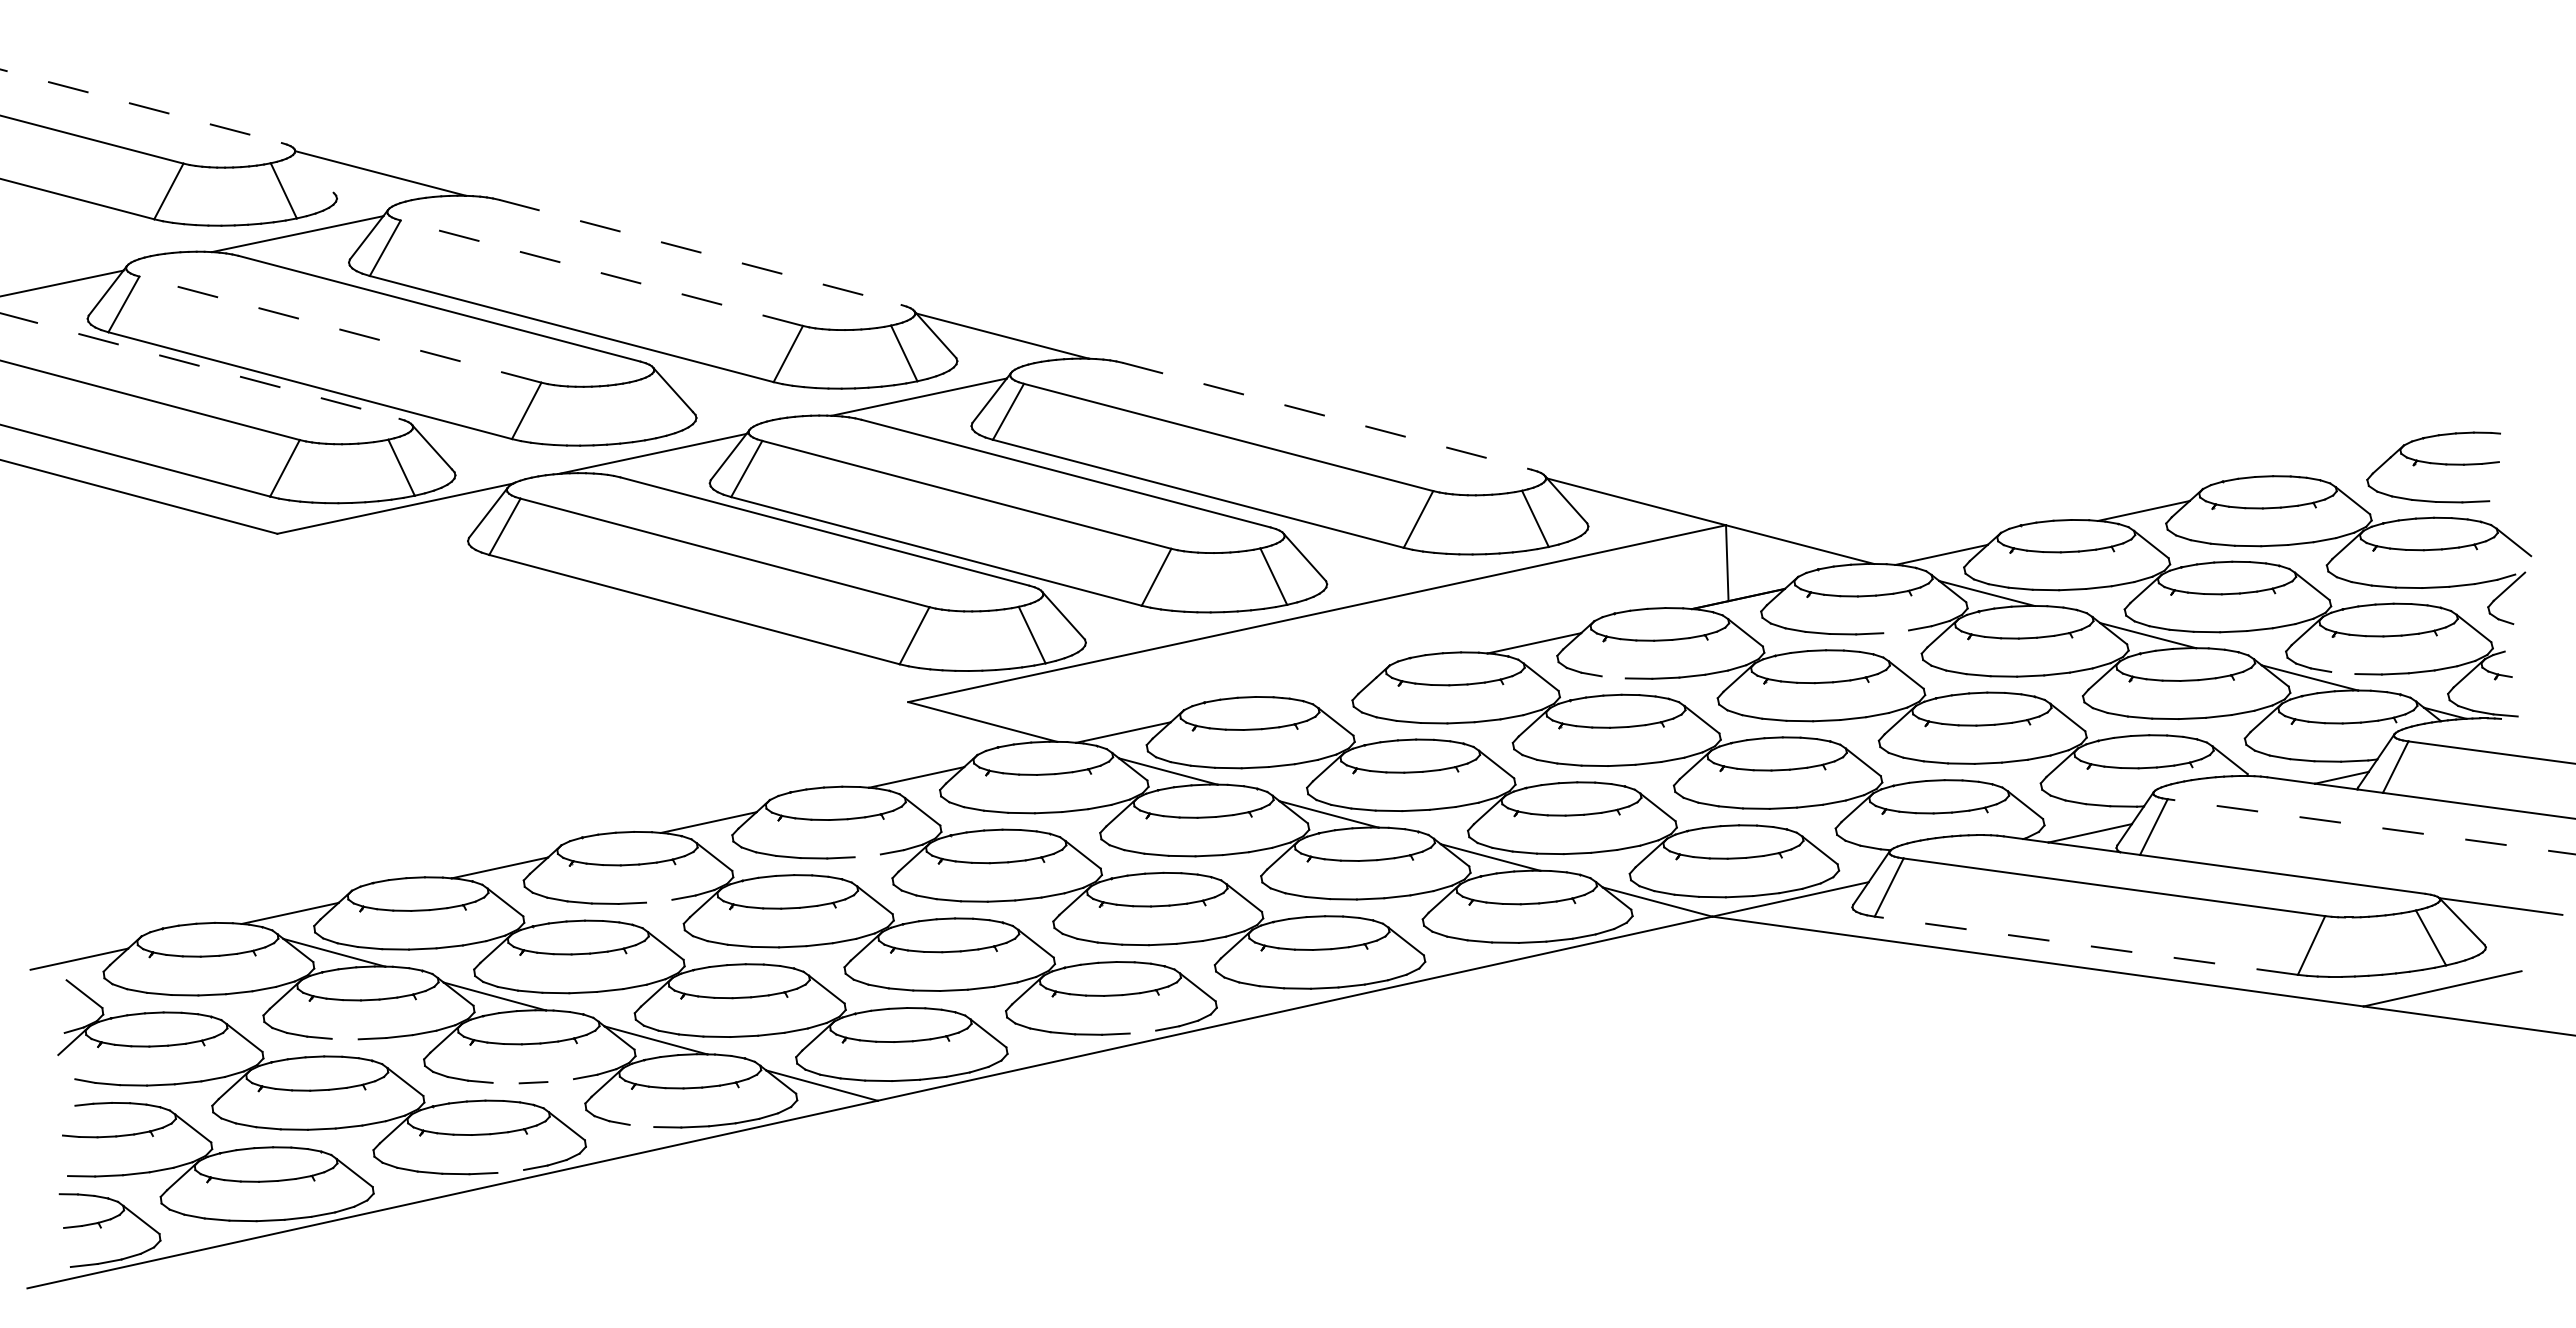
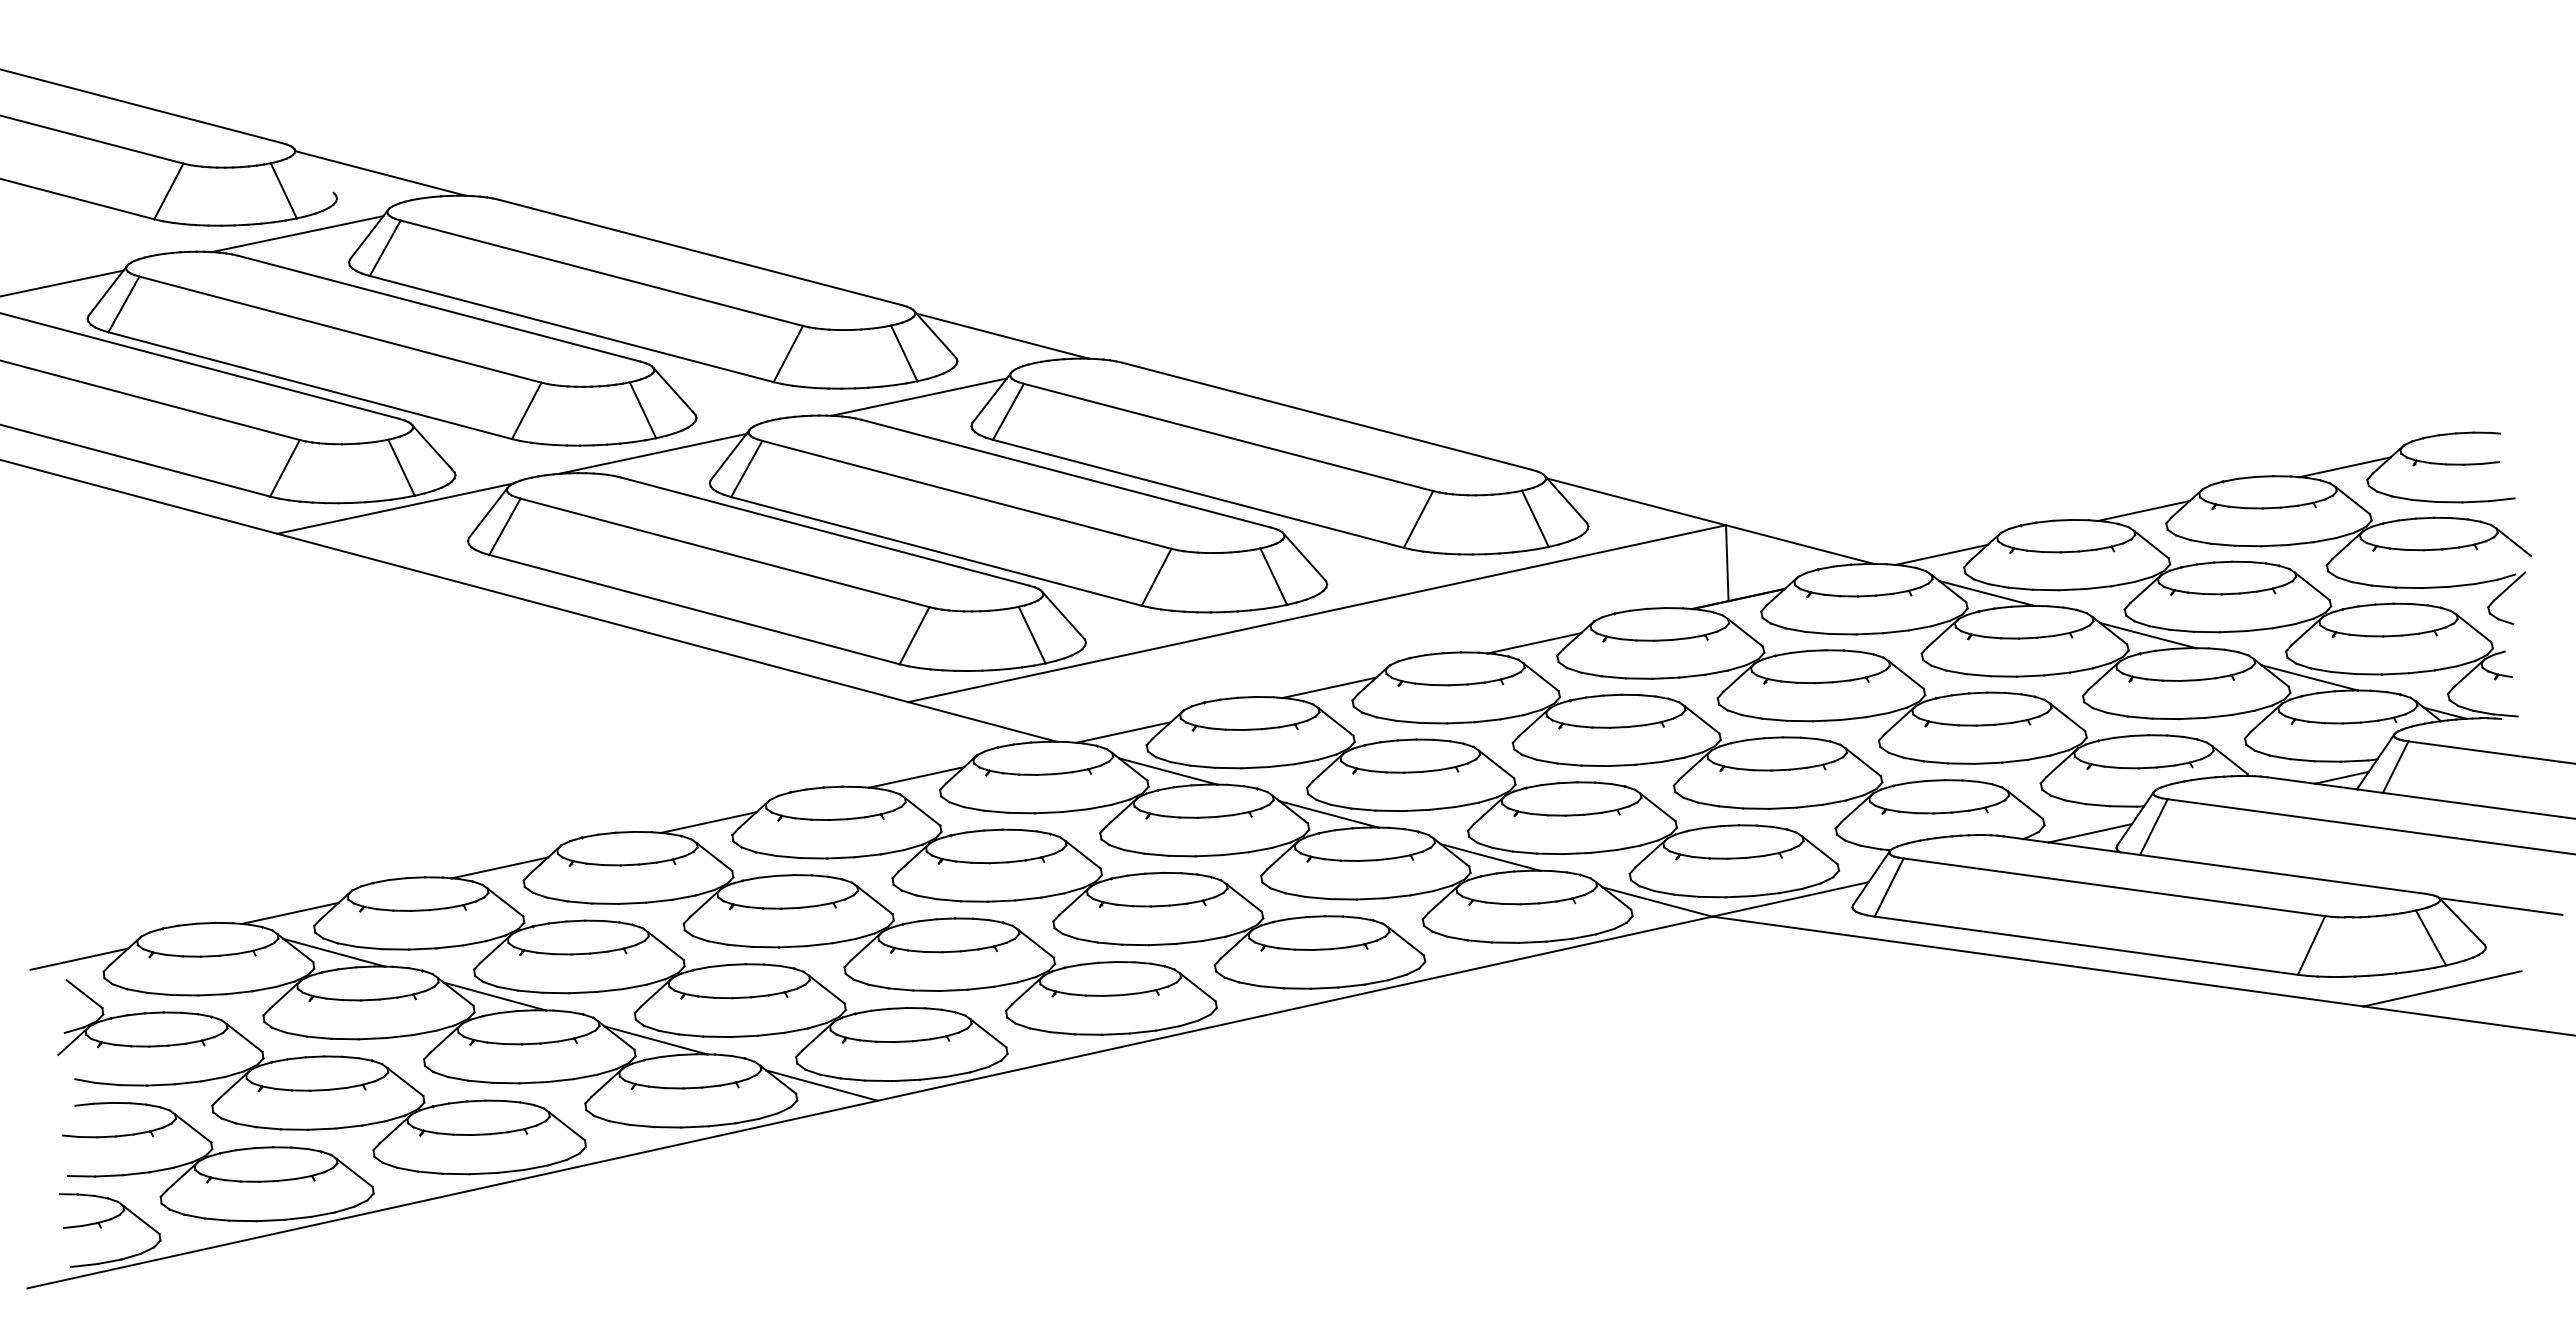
line at (141, 106): dashed -> solid
line at (700, 252): dashed -> solid
line at (601, 273): dashed -> solid
line at (340, 329): dashed -> solid
line at (200, 366): dashed -> solid
line at (642, 410): none -> present
line at (1327, 416): dashed -> solid
line at (2344, 467): none -> present
line at (2501, 499): none -> present
line at (592, 617): none -> present
line at (1895, 631): none -> present
line at (2343, 672): none -> present
line at (1613, 677): none -> present
line at (1329, 687): none -> present
line at (2371, 826): dashed -> solid
line at (867, 855): none -> present
line at (659, 900): none -> present
line at (2086, 945): dashed -> solid
line at (1142, 1031): none -> present
line at (344, 1038): none -> present
line at (560, 1080): none -> present
line at (505, 1082): none -> present
line at (641, 1125): none -> present
line at (510, 1170): none -> present
